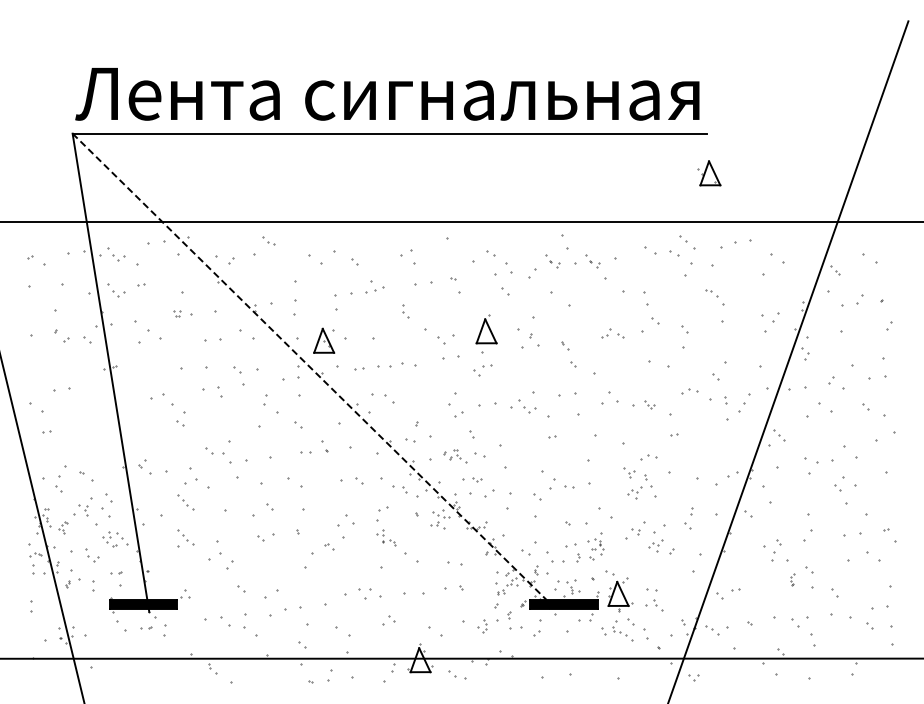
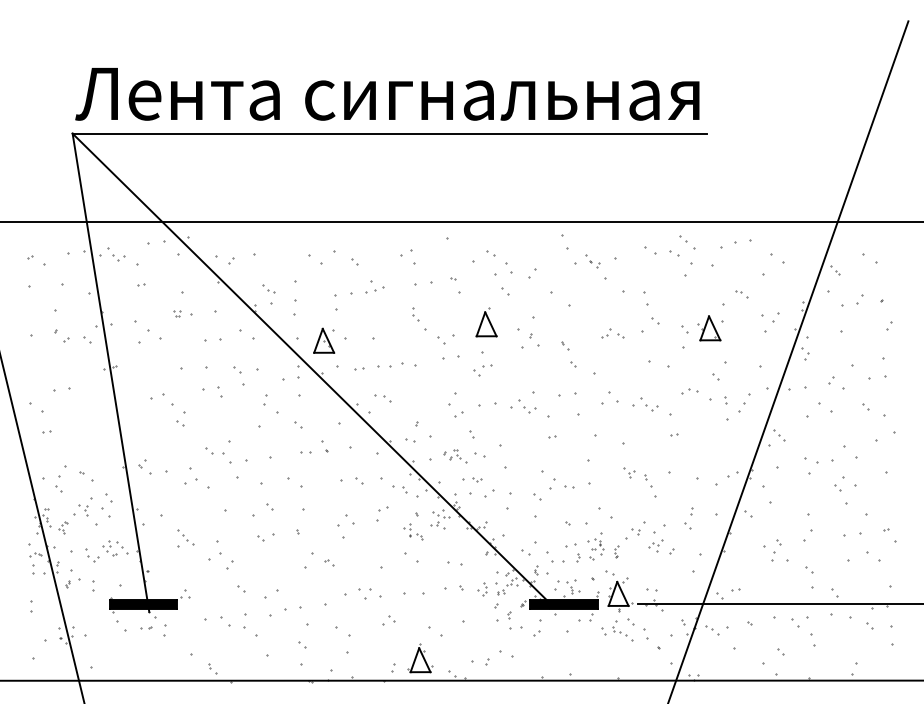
part at (709, 173) position: (709, 173) -> (709, 328)
part at (268, 240) position: (268, 240) -> (268, 288)
part at (552, 261): present -> none
part at (116, 290): present -> none
part at (711, 293) position: (711, 293) -> (741, 294)
part at (405, 311) position: (405, 311) -> (415, 314)
part at (486, 329) position: (486, 329) -> (486, 322)
line at (309, 367): dashed -> solid
part at (382, 398) size: 24x11 px -> 18x9 px
part at (649, 404) size: 12x10 px -> 19x15 px
part at (648, 457): present -> none
part at (634, 492): present -> none
part at (185, 502): present -> none
part at (386, 537) position: (386, 537) -> (413, 531)
part at (115, 539) position: (115, 539) -> (115, 548)
part at (329, 546) position: (329, 546) -> (329, 562)
part at (116, 572): present -> none
part at (792, 579) position: (792, 579) -> (616, 551)
line at (779, 603): none -> present
part at (482, 626) position: (482, 626) -> (482, 589)
line at (461, 658) position: (461, 658) -> (461, 680)
